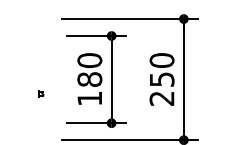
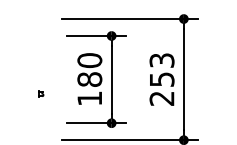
text at (161, 60): 250 -> 253
